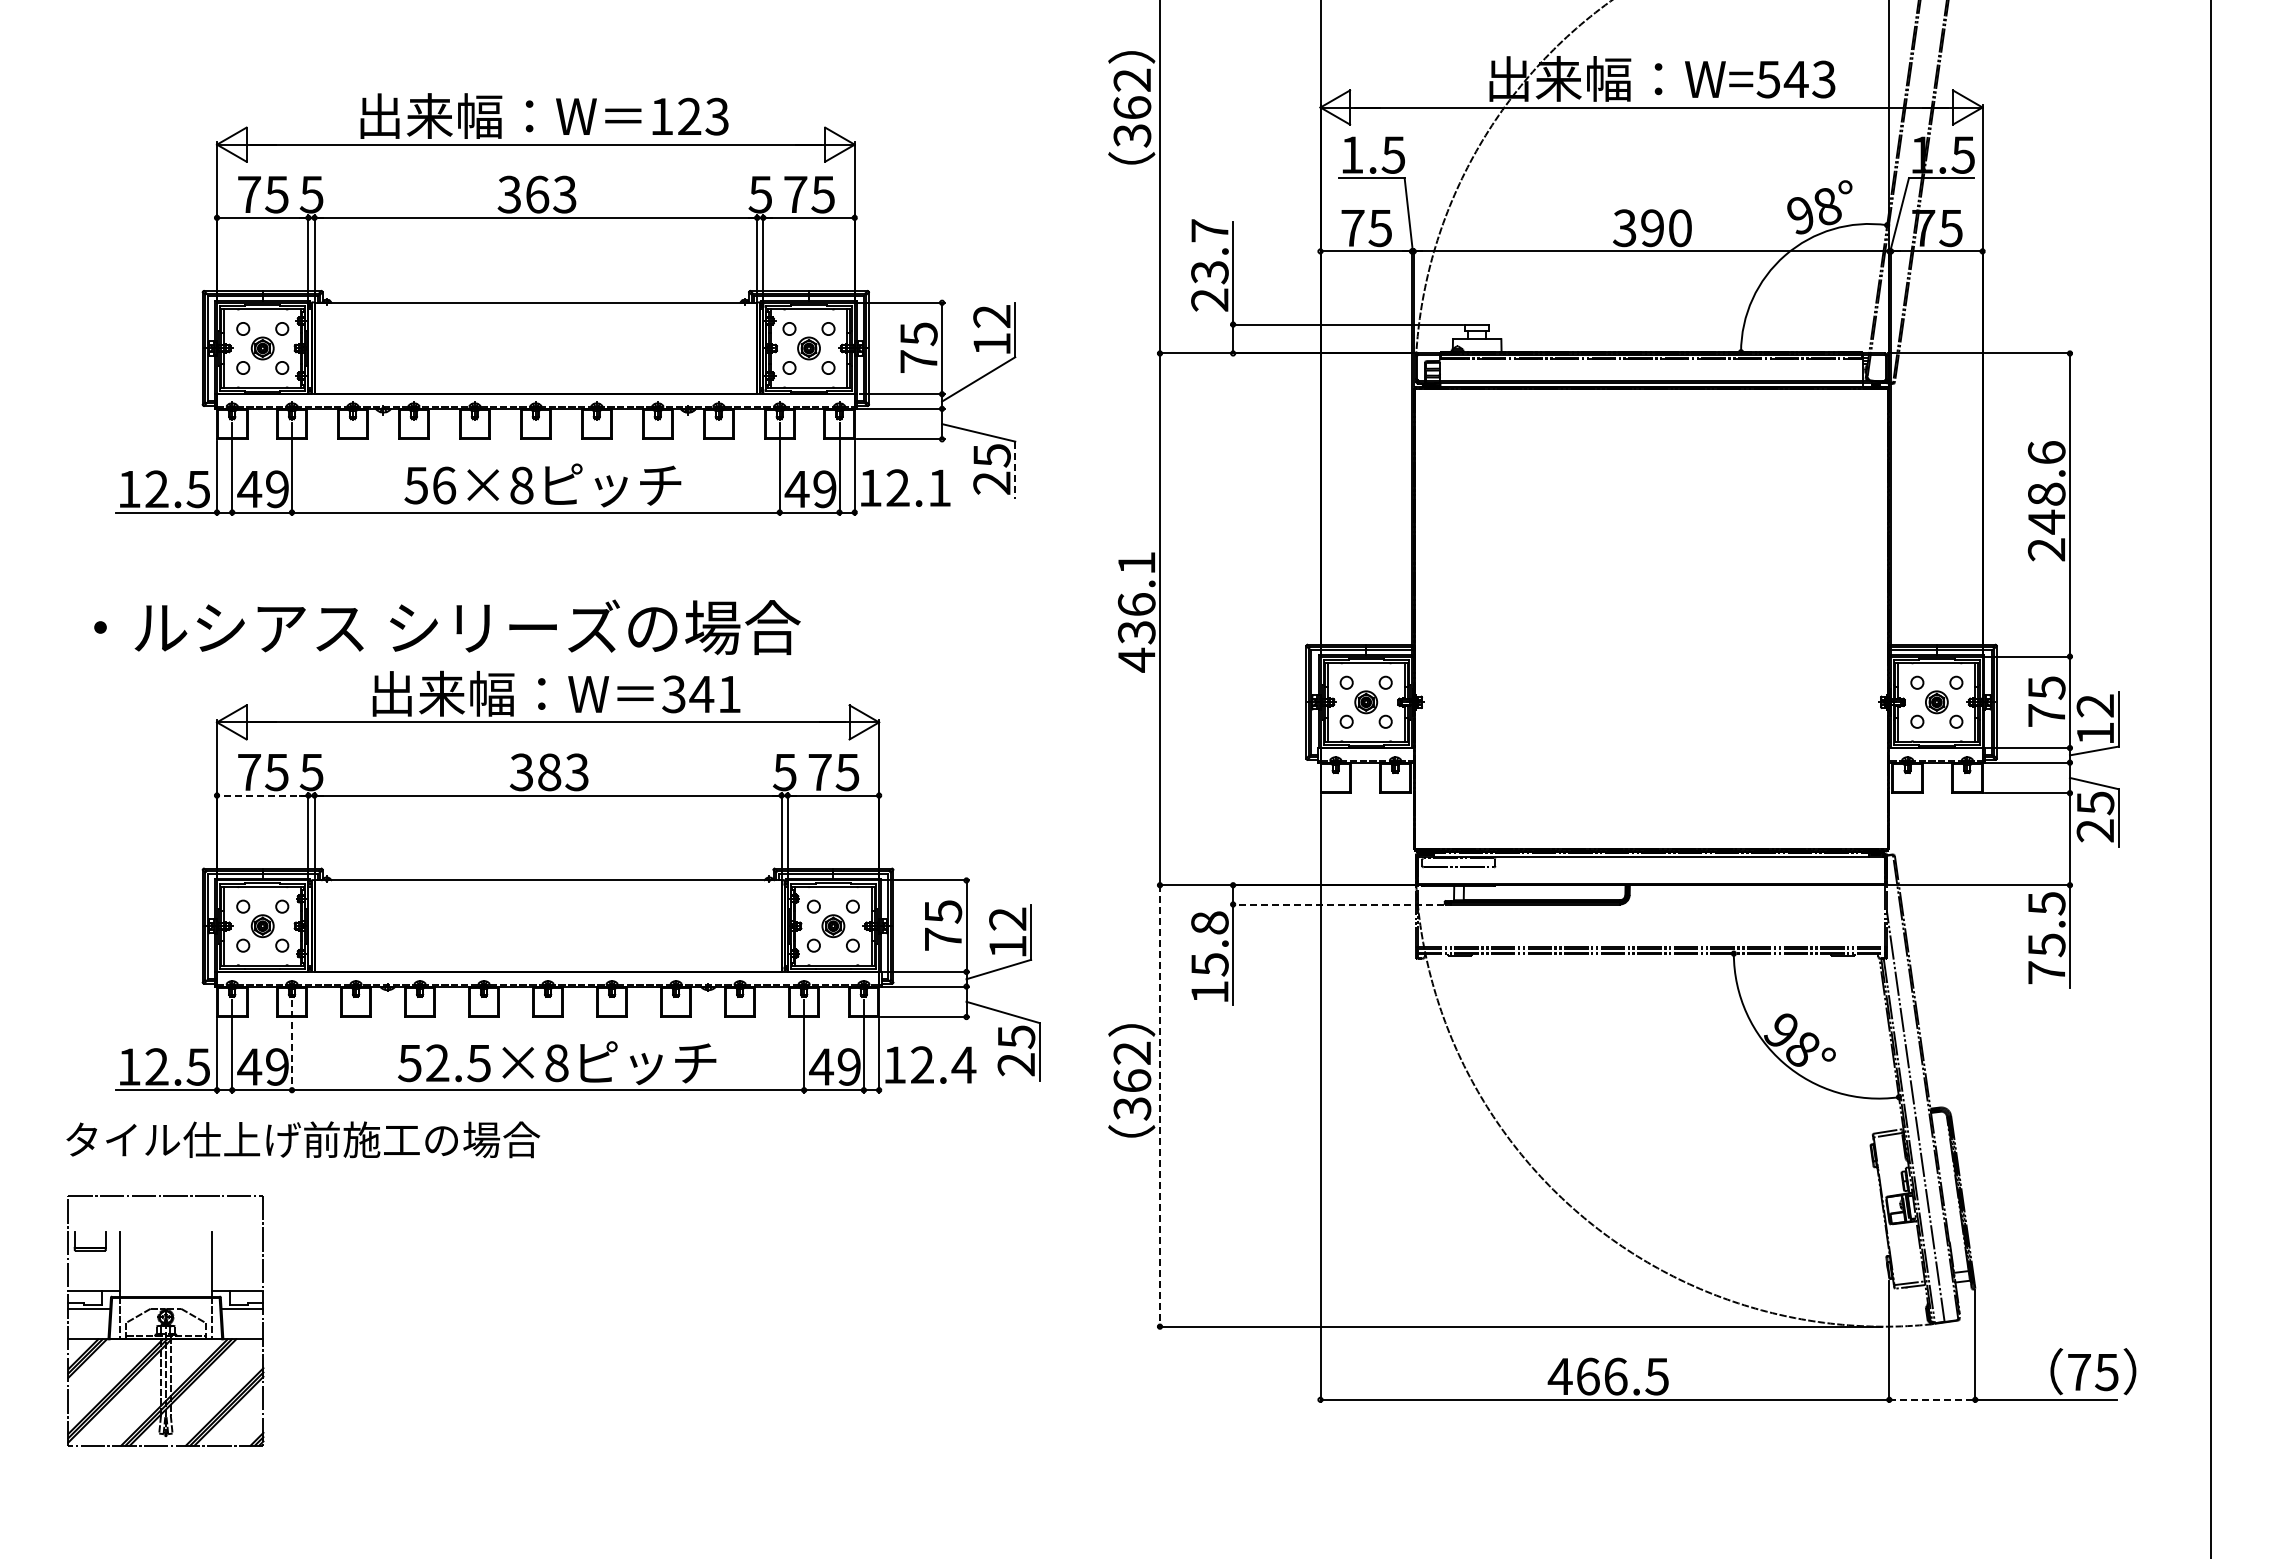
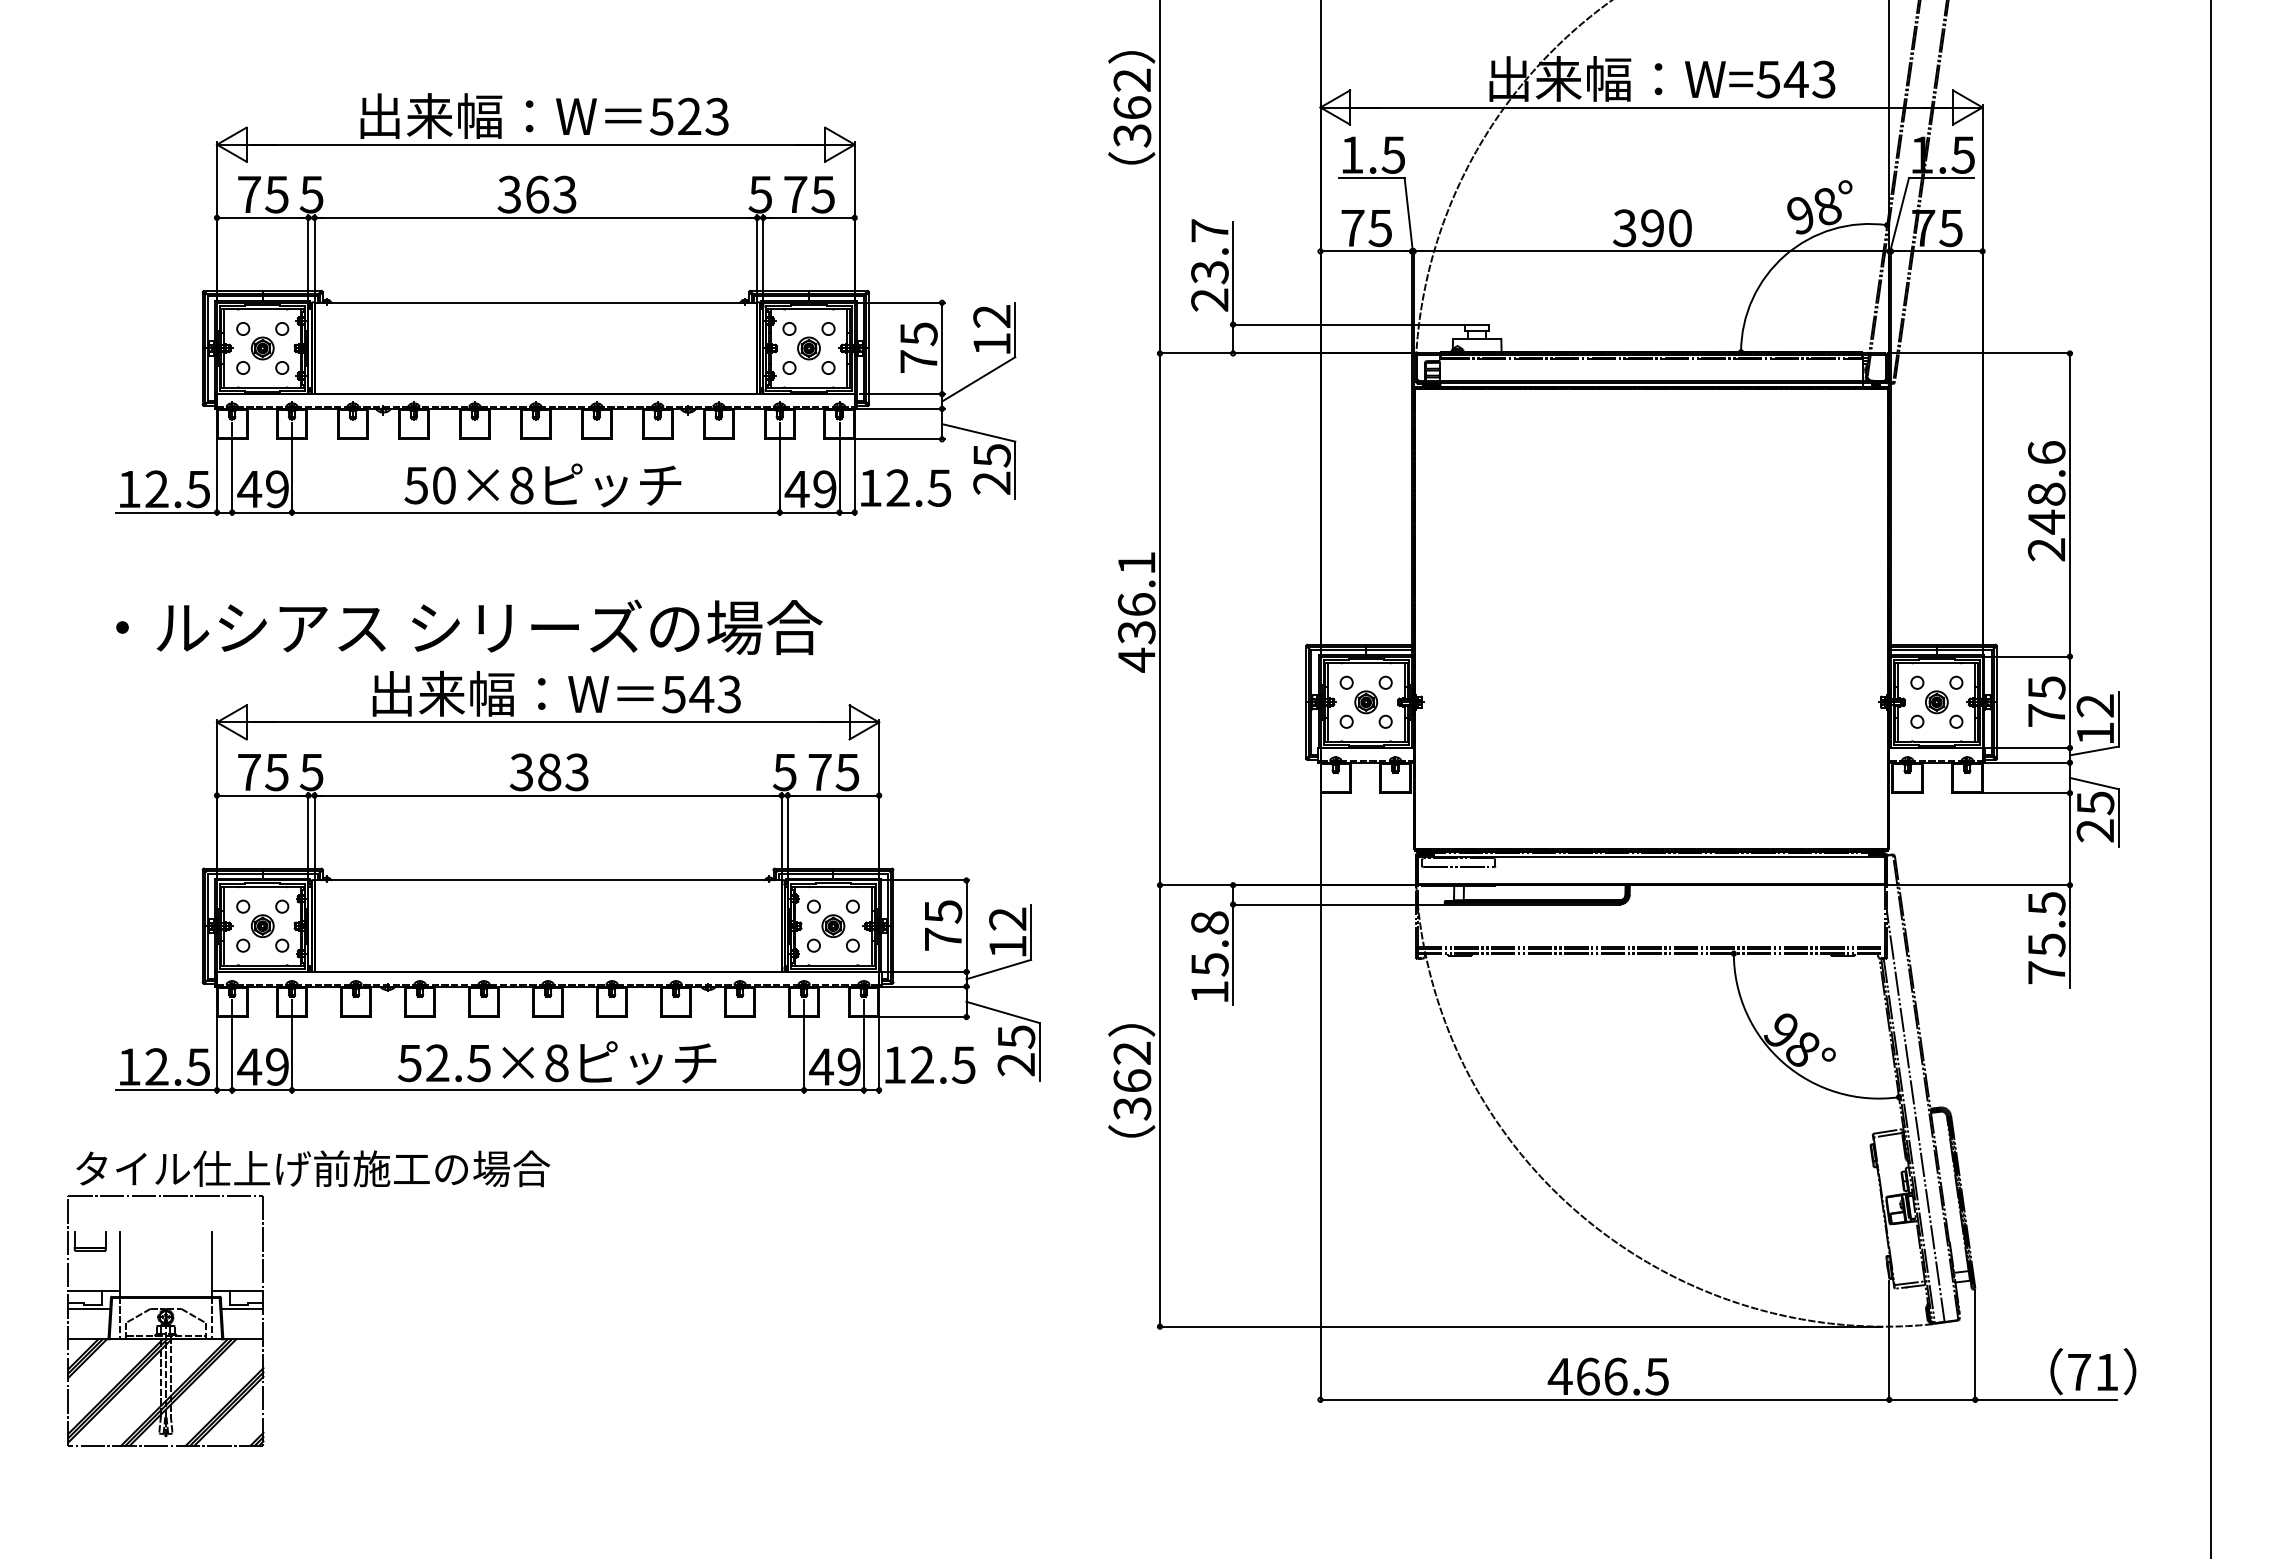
text at (661, 116): 123 -> 523
line at (1015, 470): dashed -> solid
text at (444, 485): 56×8 -> 50×8
text at (939, 487): 12.1 -> 12.5
text at (447, 626) position: (447, 626) -> (469, 626)
text at (701, 694): 341 -> 543
line at (262, 795): dashed -> solid
line at (1336, 904): dashed -> solid
line at (292, 1046): dashed -> solid
text at (963, 1064): 12.4 -> 12.5
line at (1159, 1105): dashed -> solid
text at (303, 1139) position: (303, 1139) -> (313, 1168)
text at (2106, 1372): 75 -> 71
line at (1932, 1399): dashed -> solid
